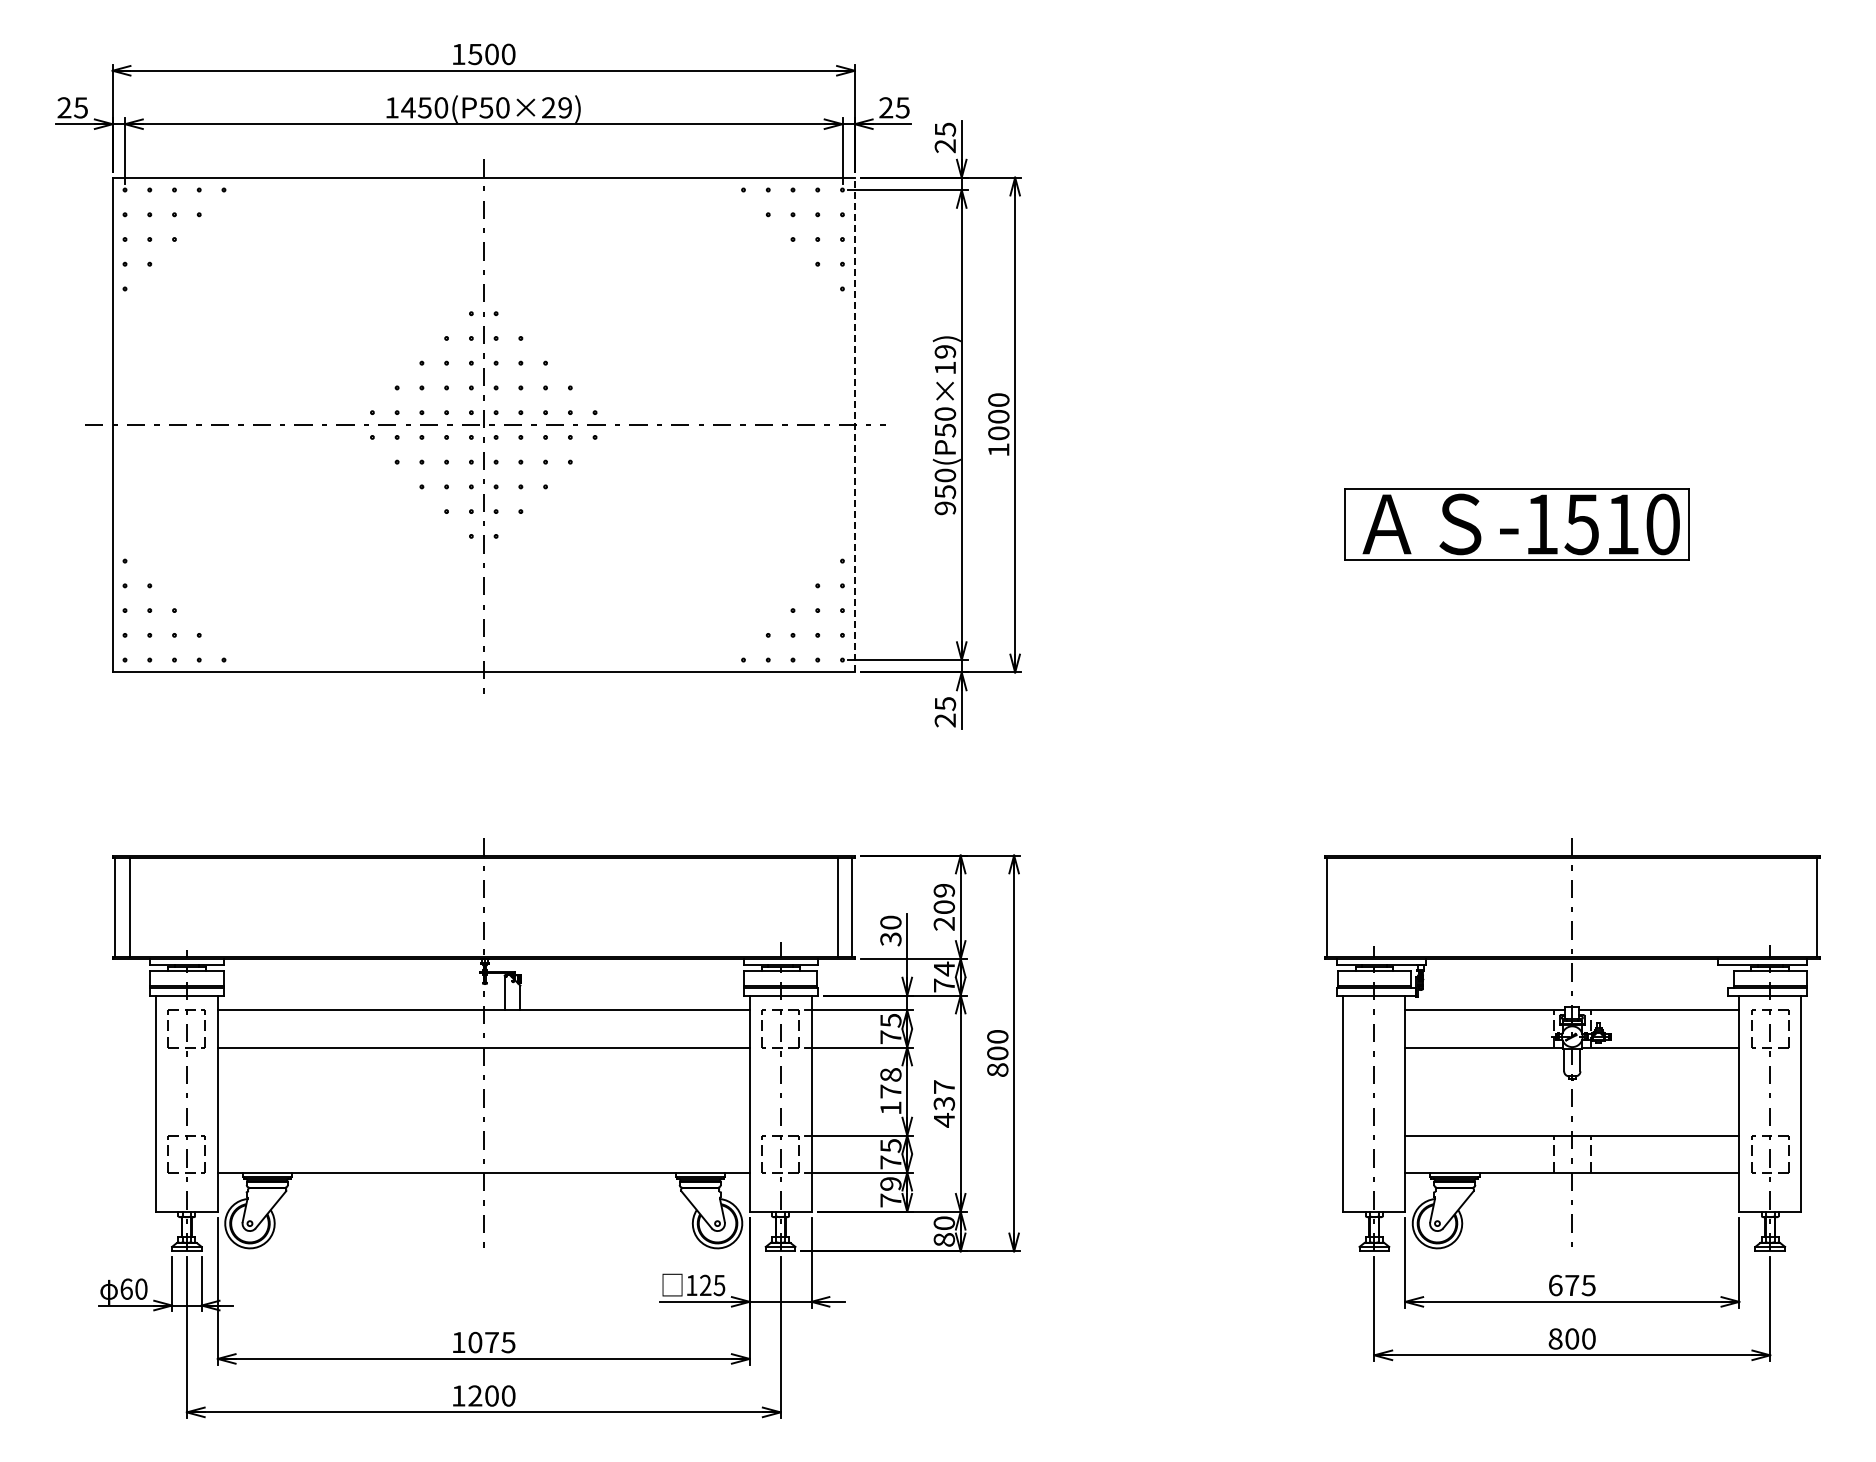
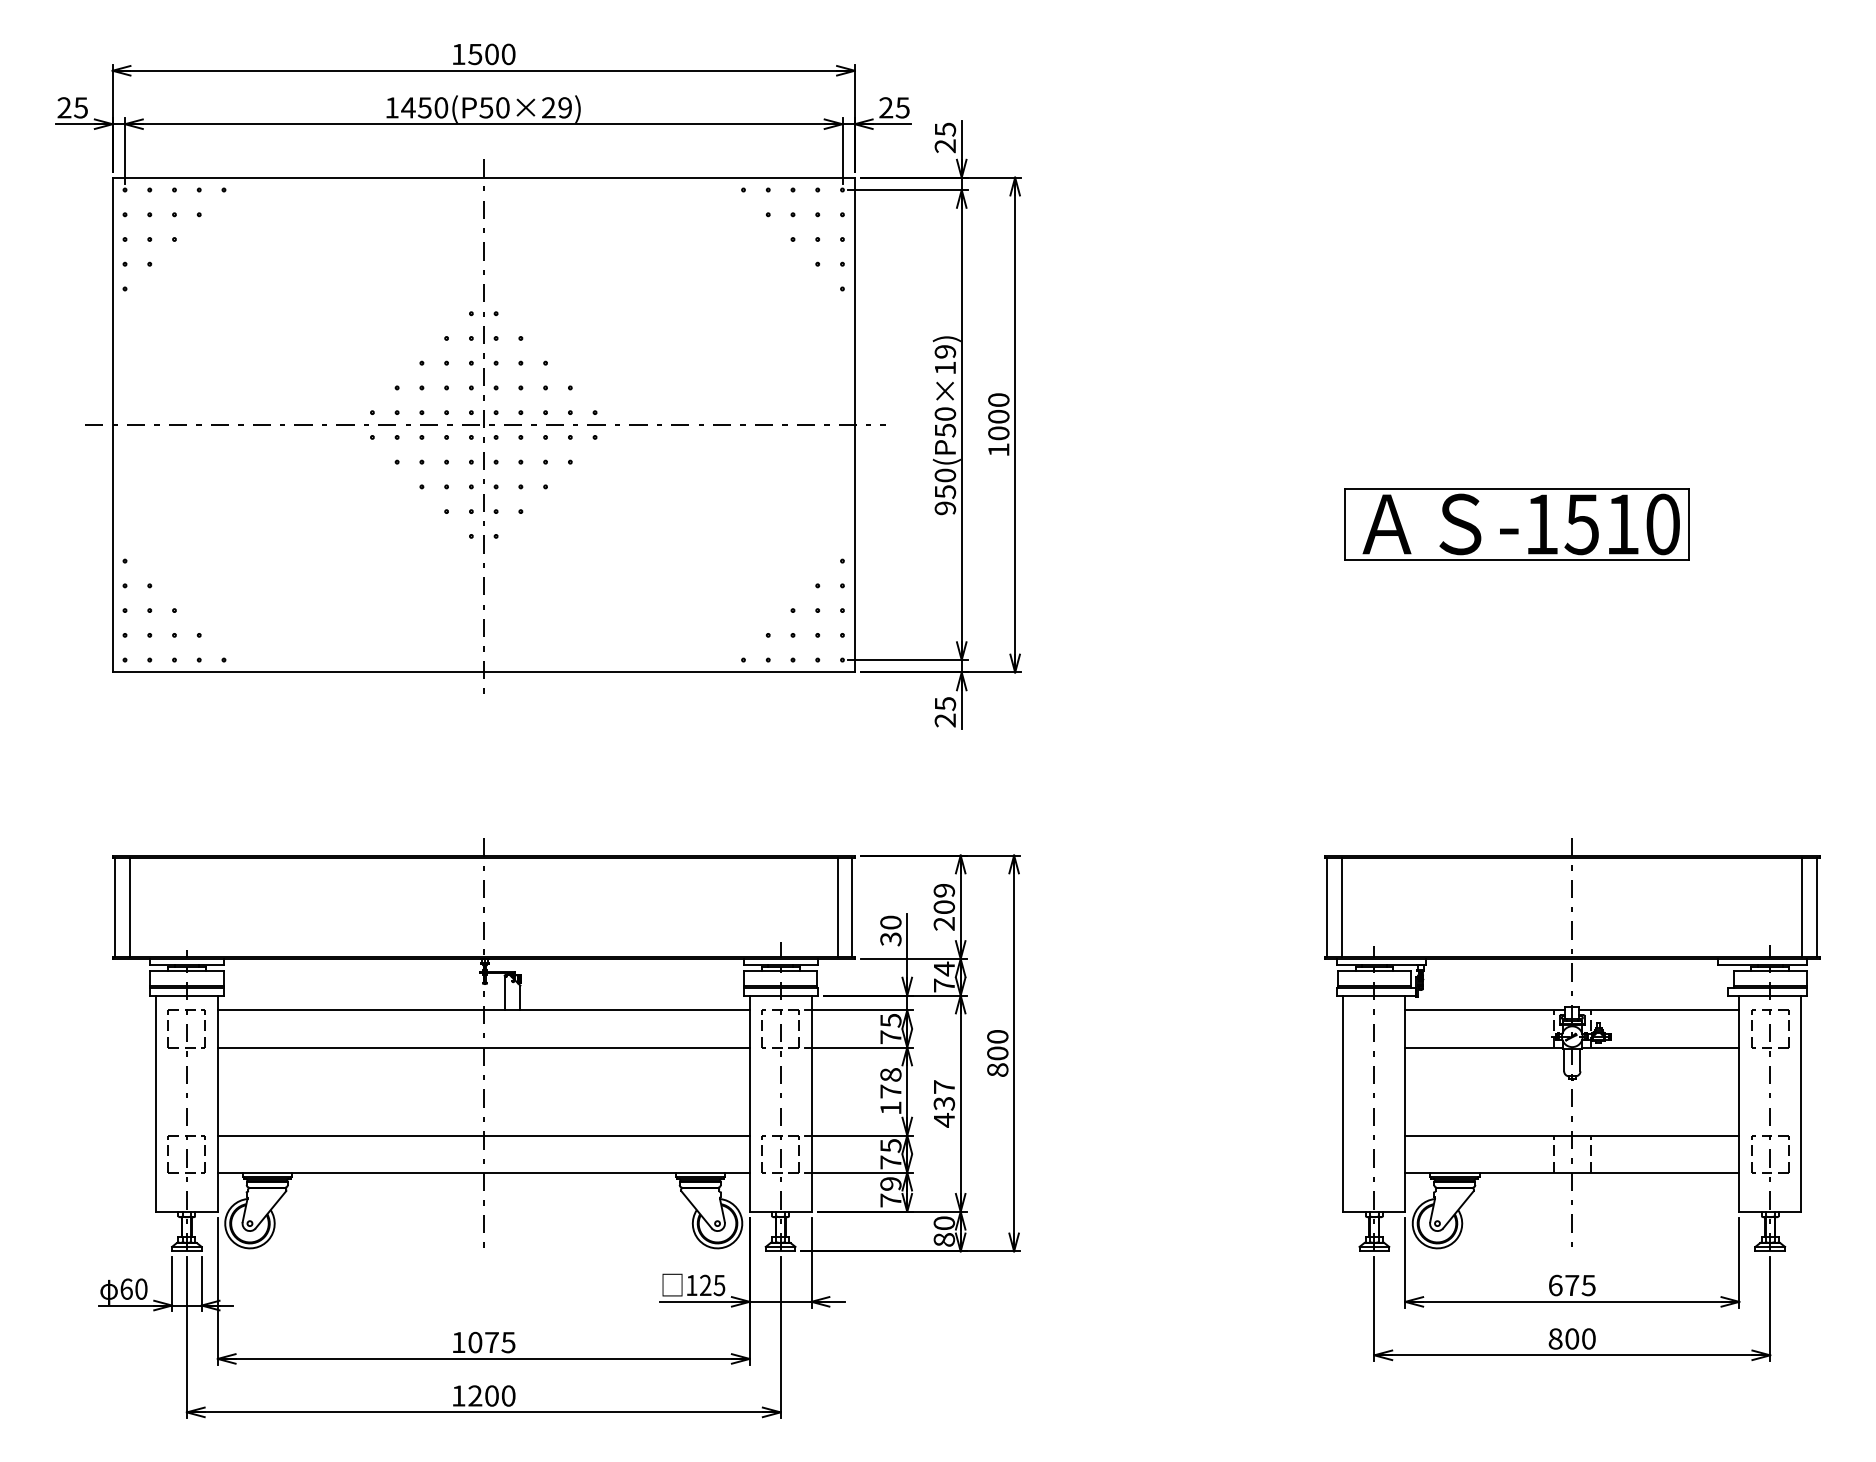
line at (854, 424): dashed -> solid
line at (1342, 907): none -> present
line at (1802, 907): none -> present
line at (483, 1135): none -> present
